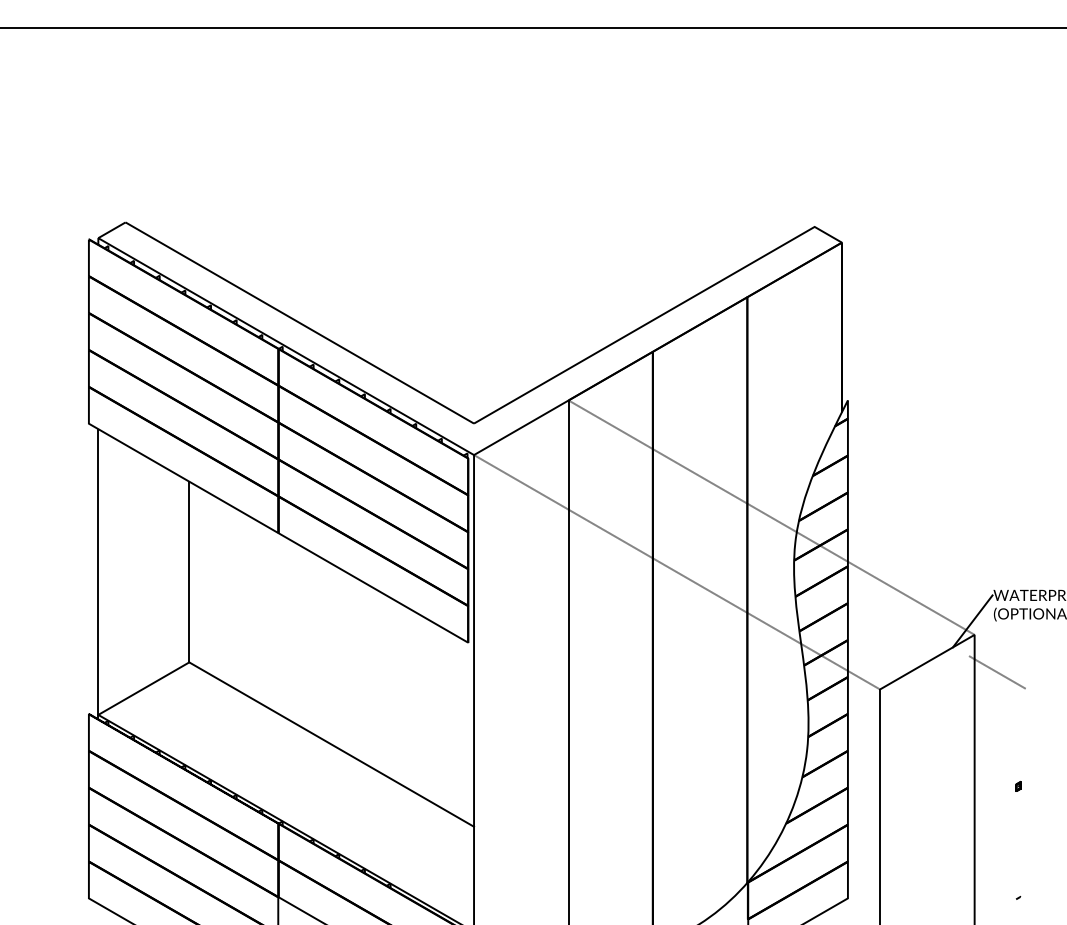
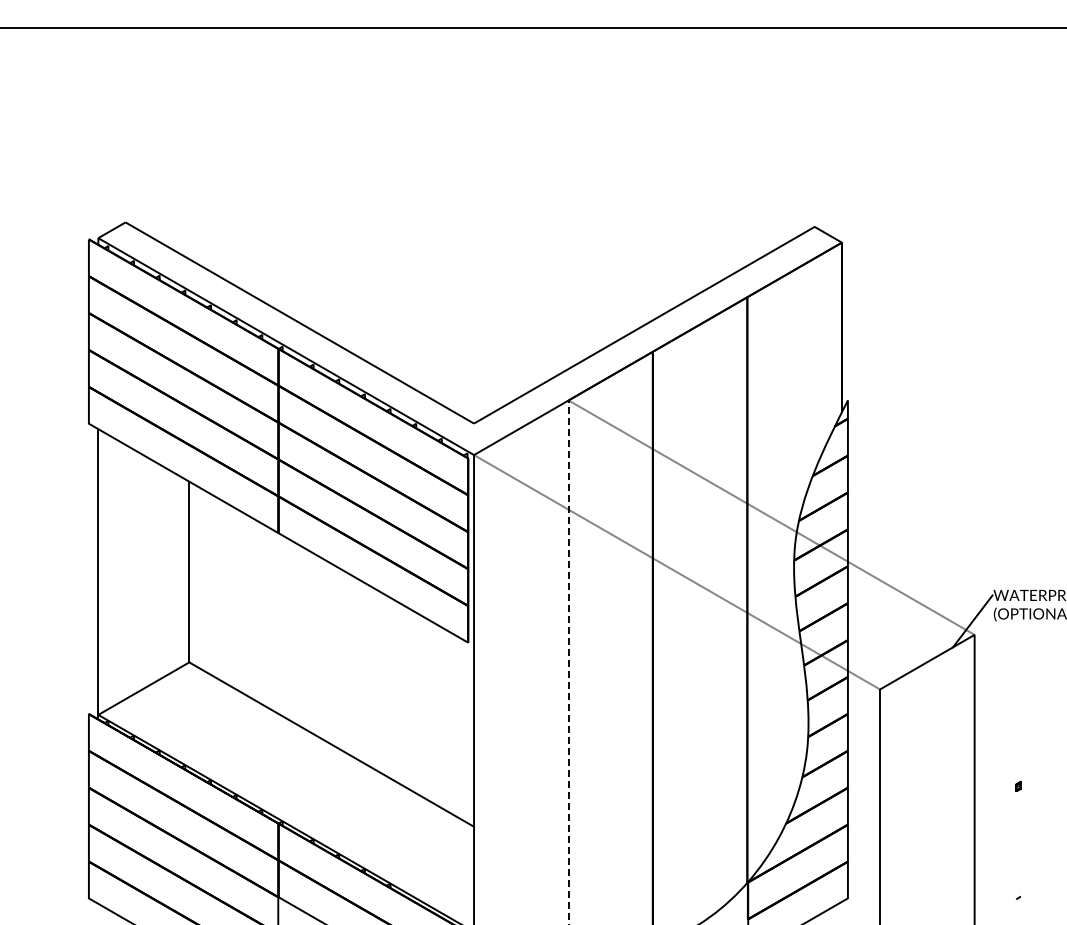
line at (568, 662): solid -> dashed
line at (997, 672): present -> none
